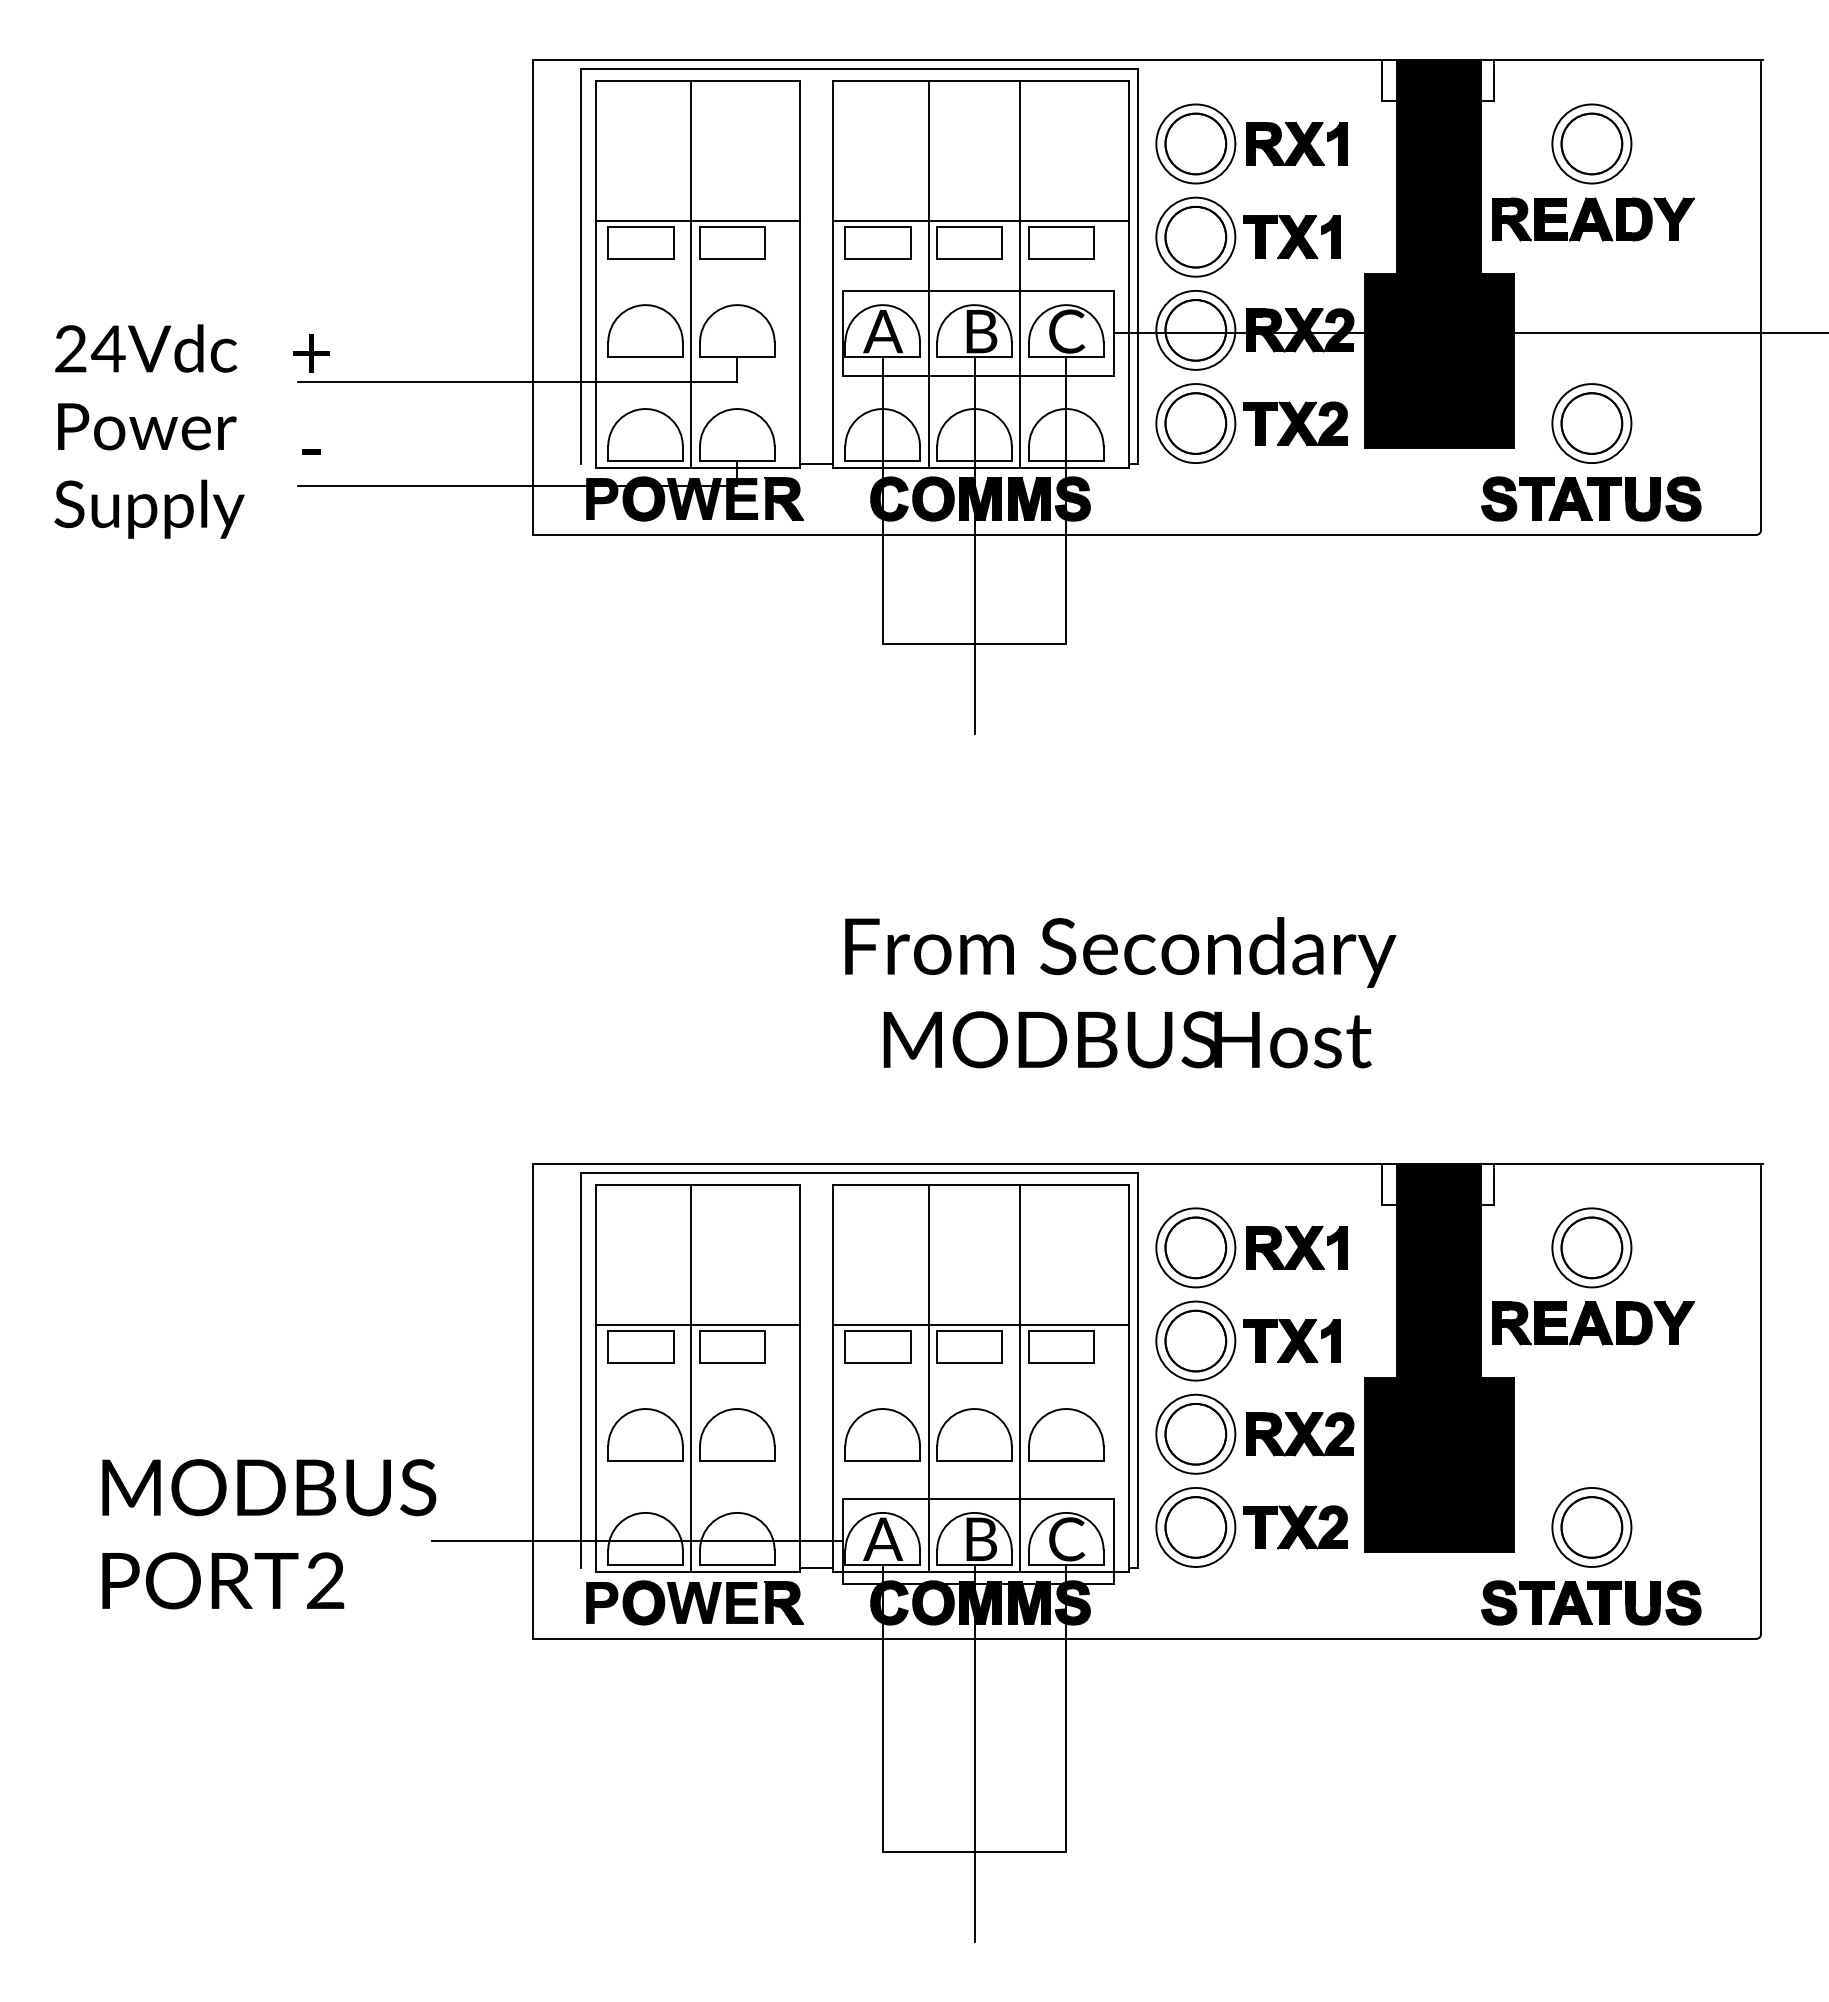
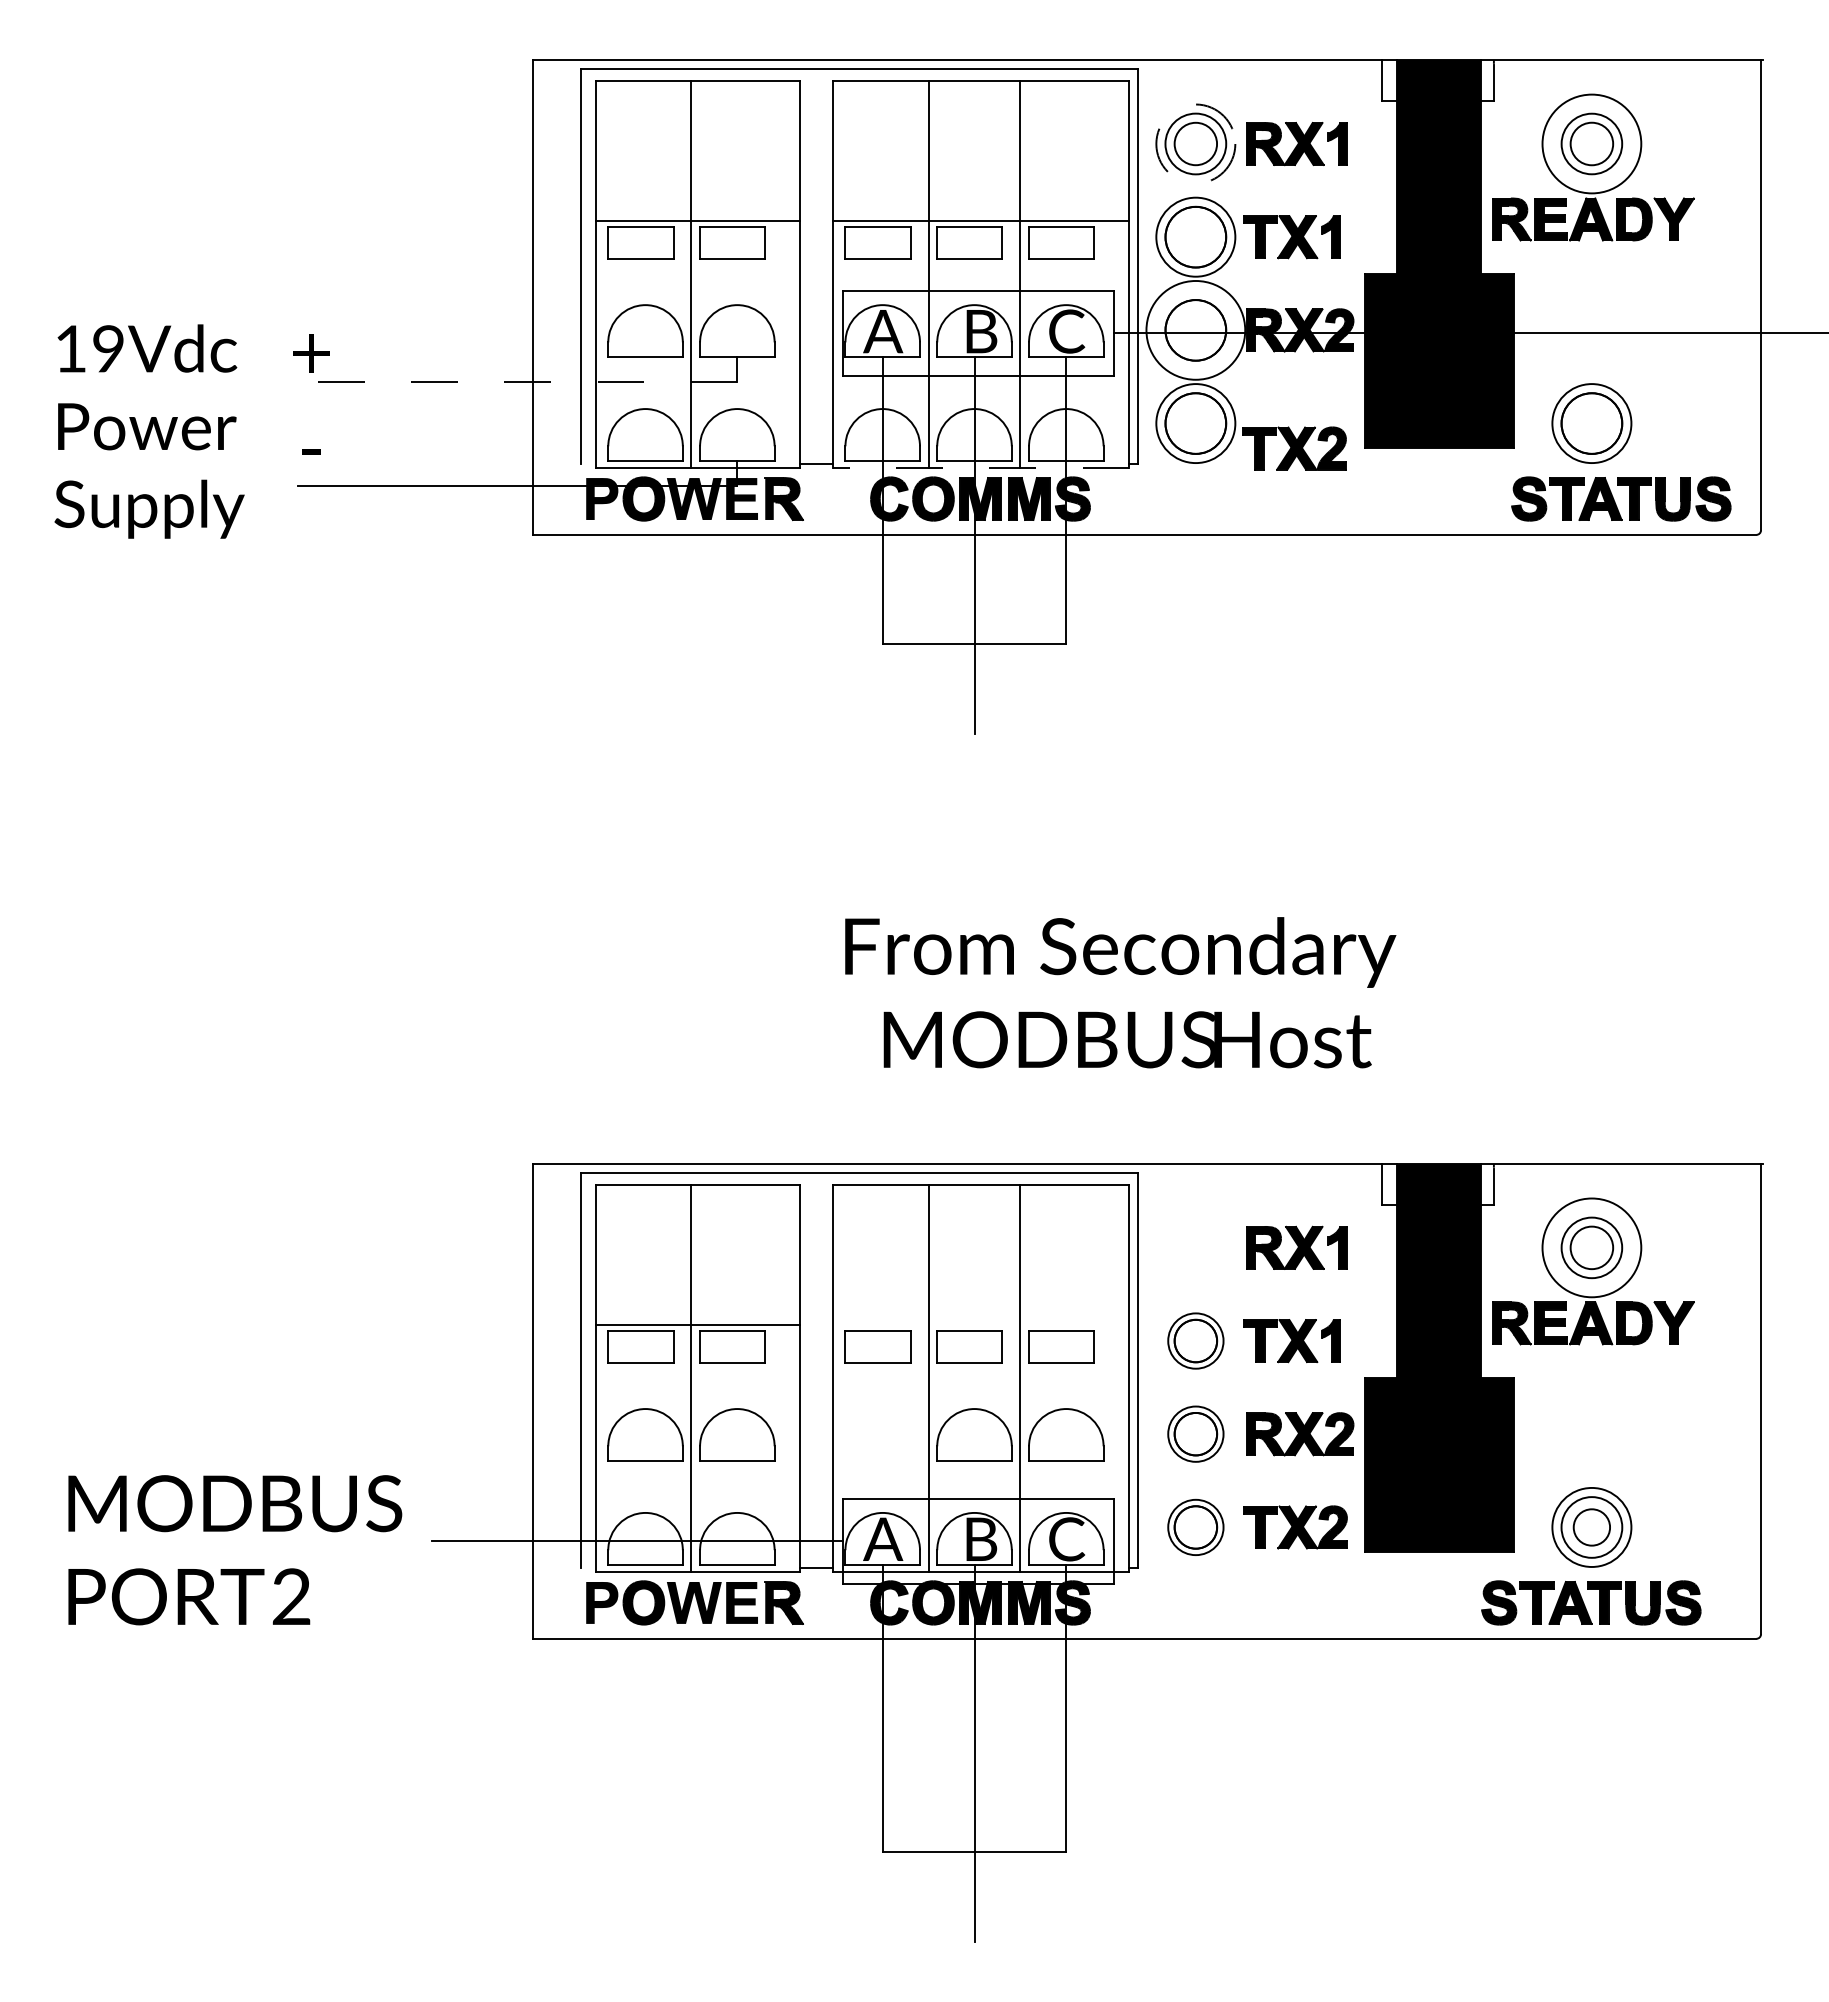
circle at (1195, 143) diameter: 61 px -> 42 px
circle at (1195, 143): solid -> dashed
circle at (1591, 143) diameter: 61 px -> 43 px
circle at (1591, 143) diameter: 79 px -> 99 px
circle at (1195, 329) diameter: 79 px -> 99 px
text at (90, 348): 24Vdc -> 19Vdc
line at (517, 382): solid -> dashed
part at (1295, 423) position: (1295, 423) -> (1294, 448)
line at (980, 467): solid -> dashed
part at (1585, 501) position: (1585, 501) -> (1615, 501)
part at (1195, 1247): present -> none
circle at (1591, 1247) diameter: 61 px -> 43 px
circle at (1591, 1247) diameter: 79 px -> 99 px
line at (980, 1324): present -> none
part at (1195, 1340) size: 82x82 px -> 58x58 px
part at (1195, 1433) size: 82x82 px -> 58x58 px
part at (882, 1434): present -> none
part at (1195, 1527) size: 82x81 px -> 58x58 px
circle at (1591, 1527) diameter: 61 px -> 36 px
text at (269, 1534) position: (269, 1534) -> (235, 1550)
